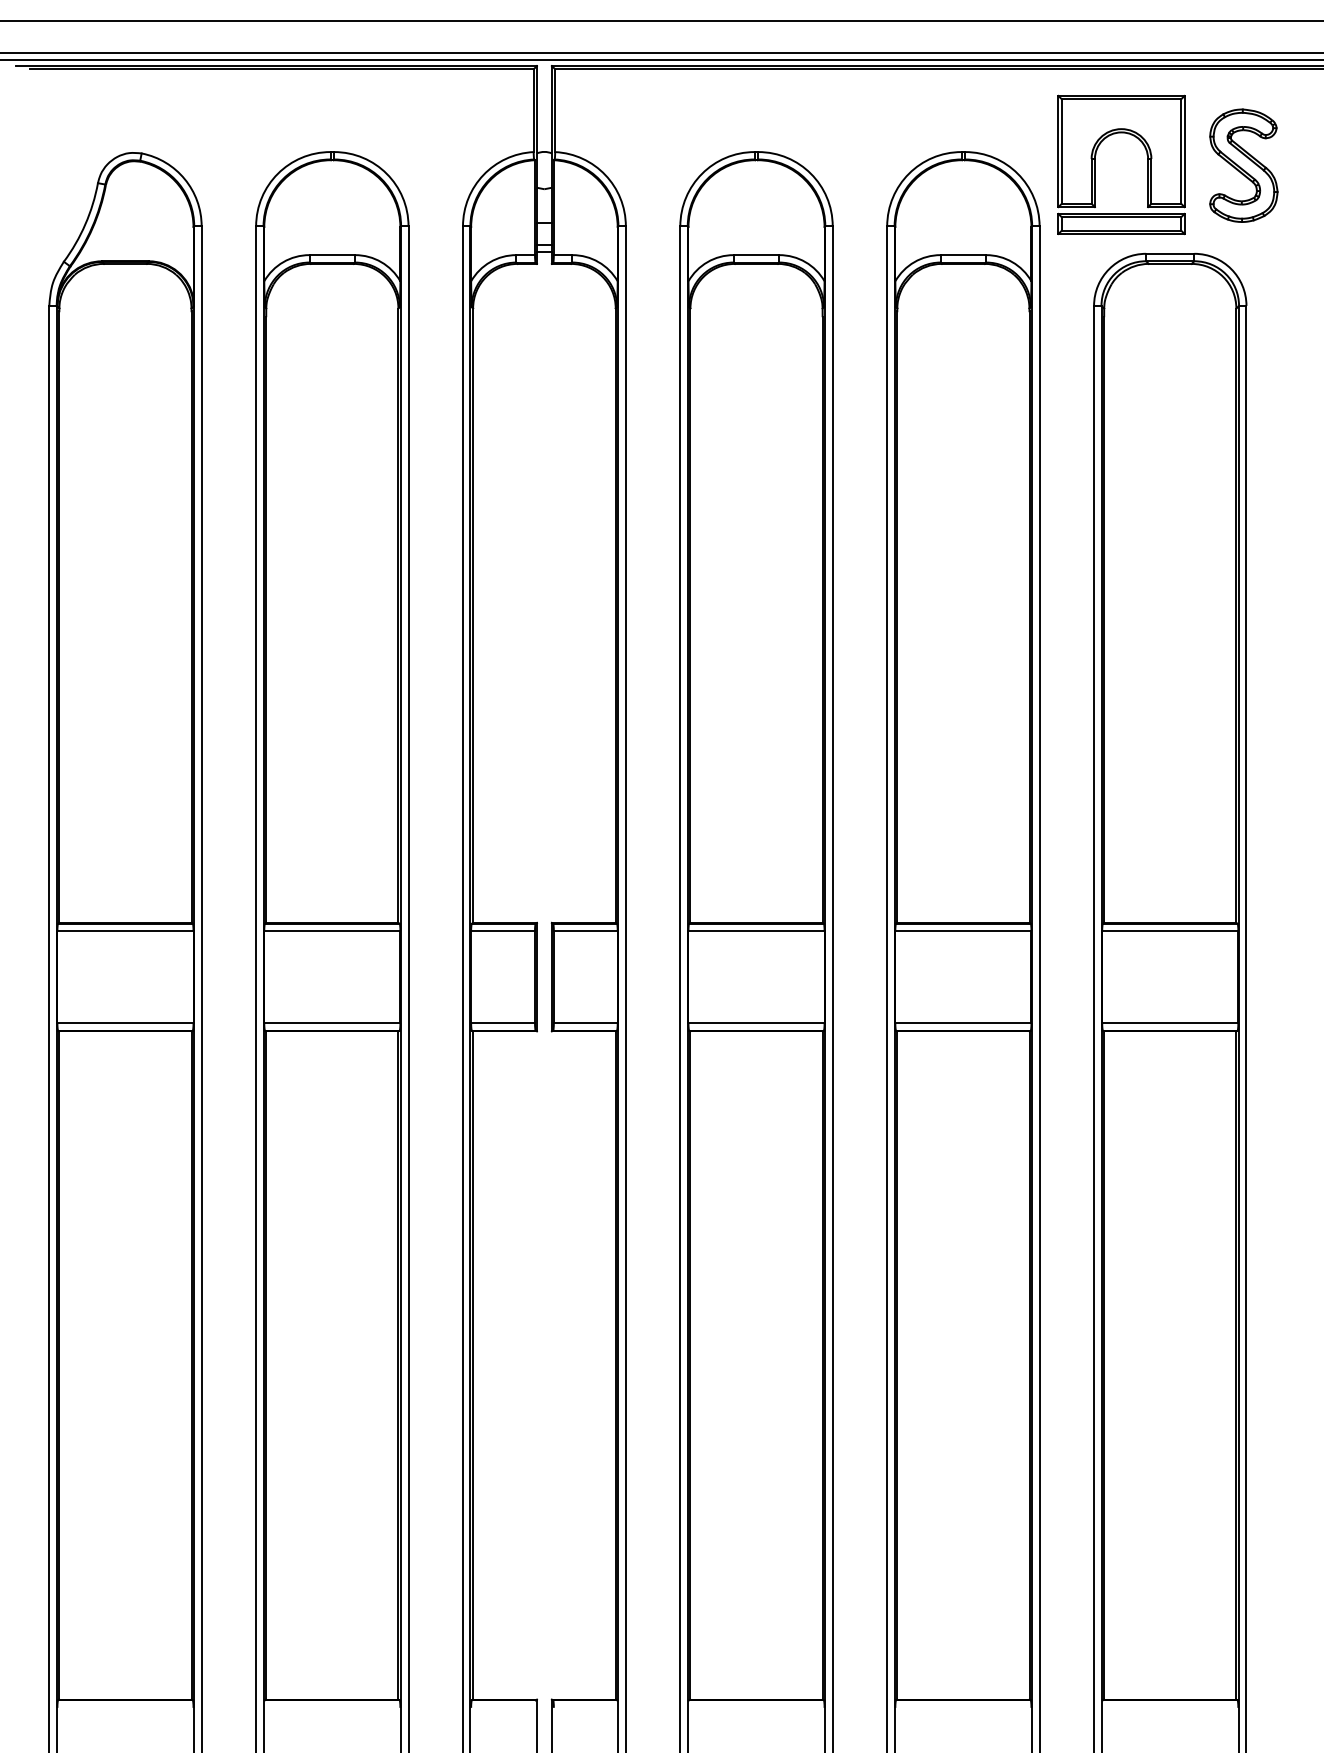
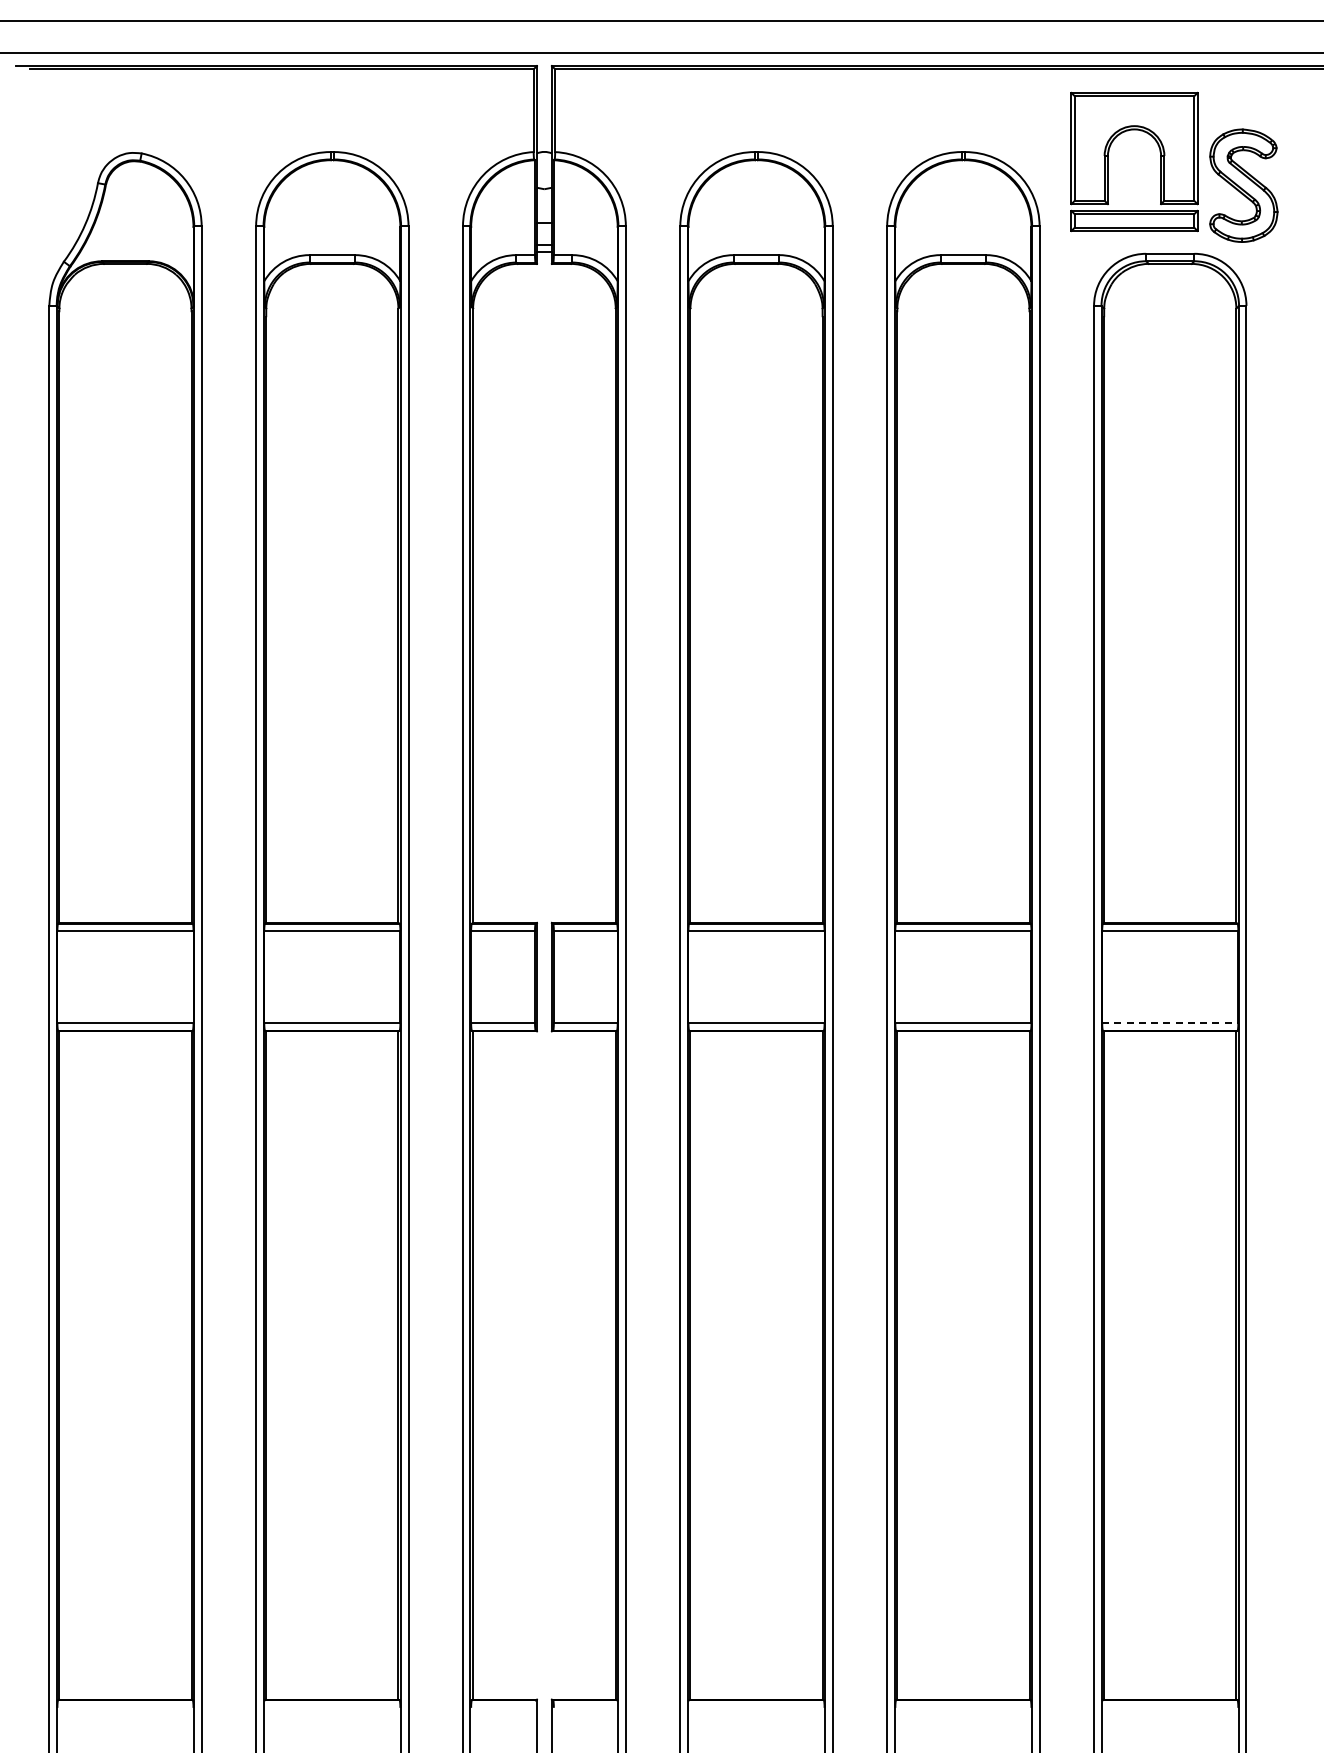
line at (661, 60): present -> none
part at (1095, 164) position: (1095, 164) -> (1108, 161)
part at (1243, 165) position: (1243, 165) -> (1243, 185)
line at (1170, 1023): solid -> dashed
